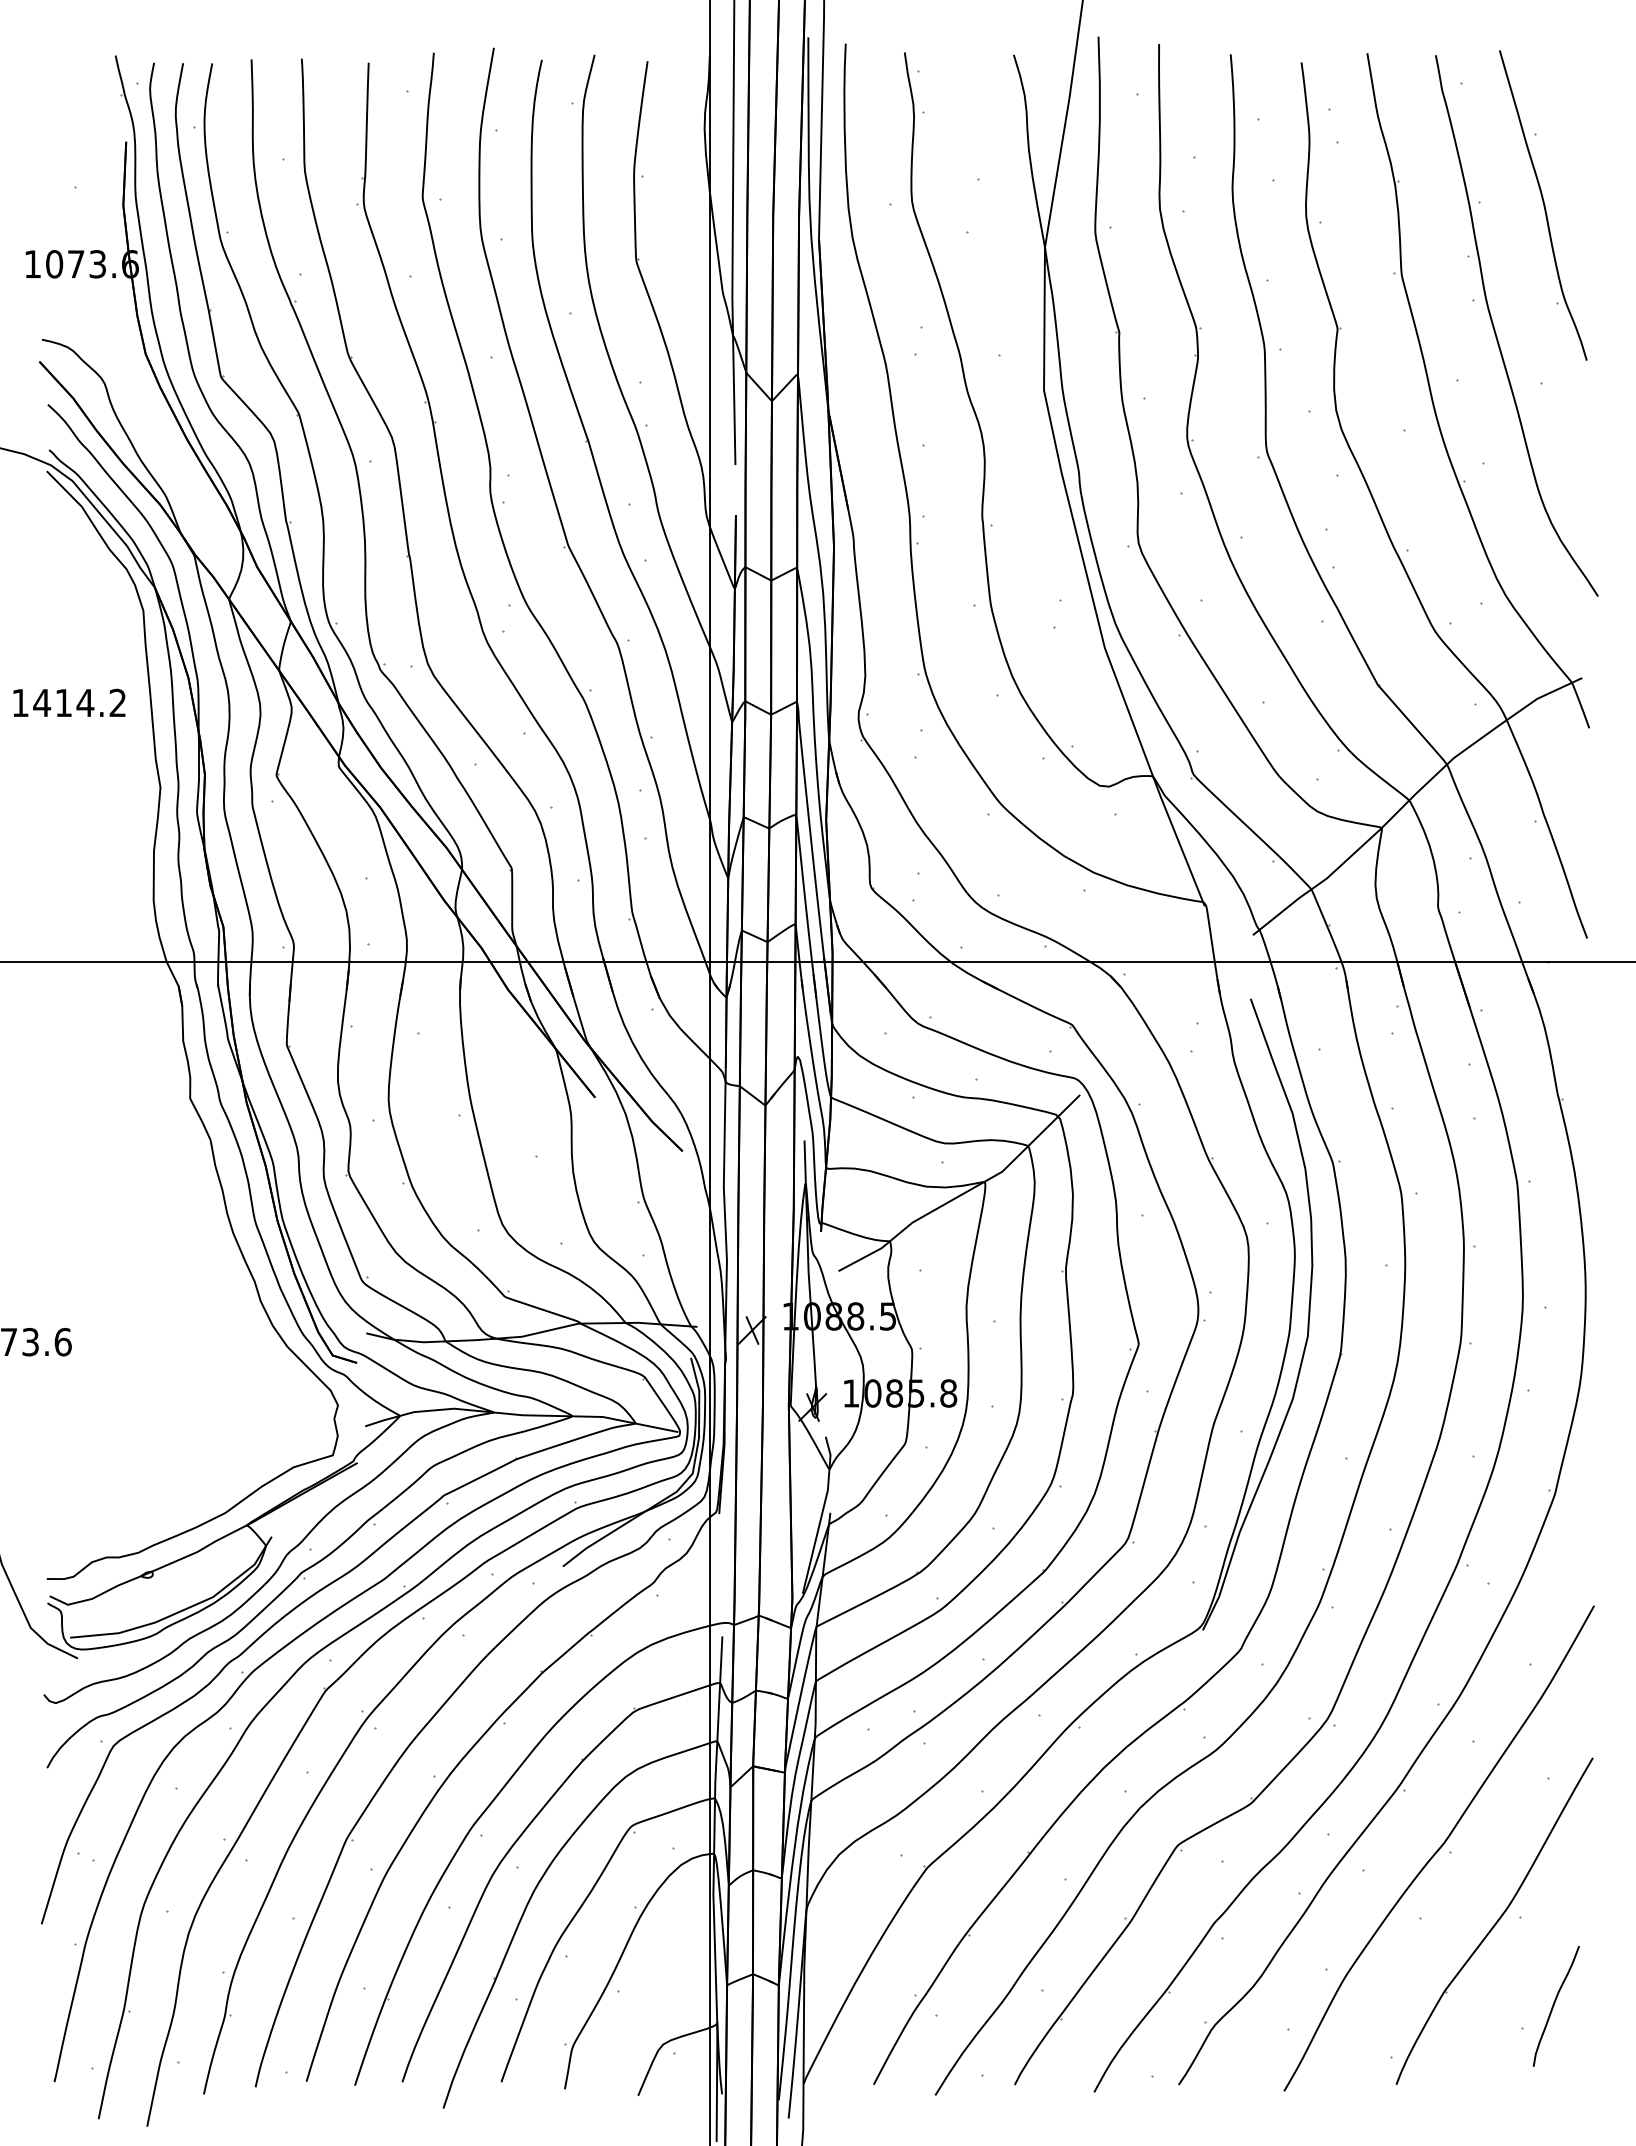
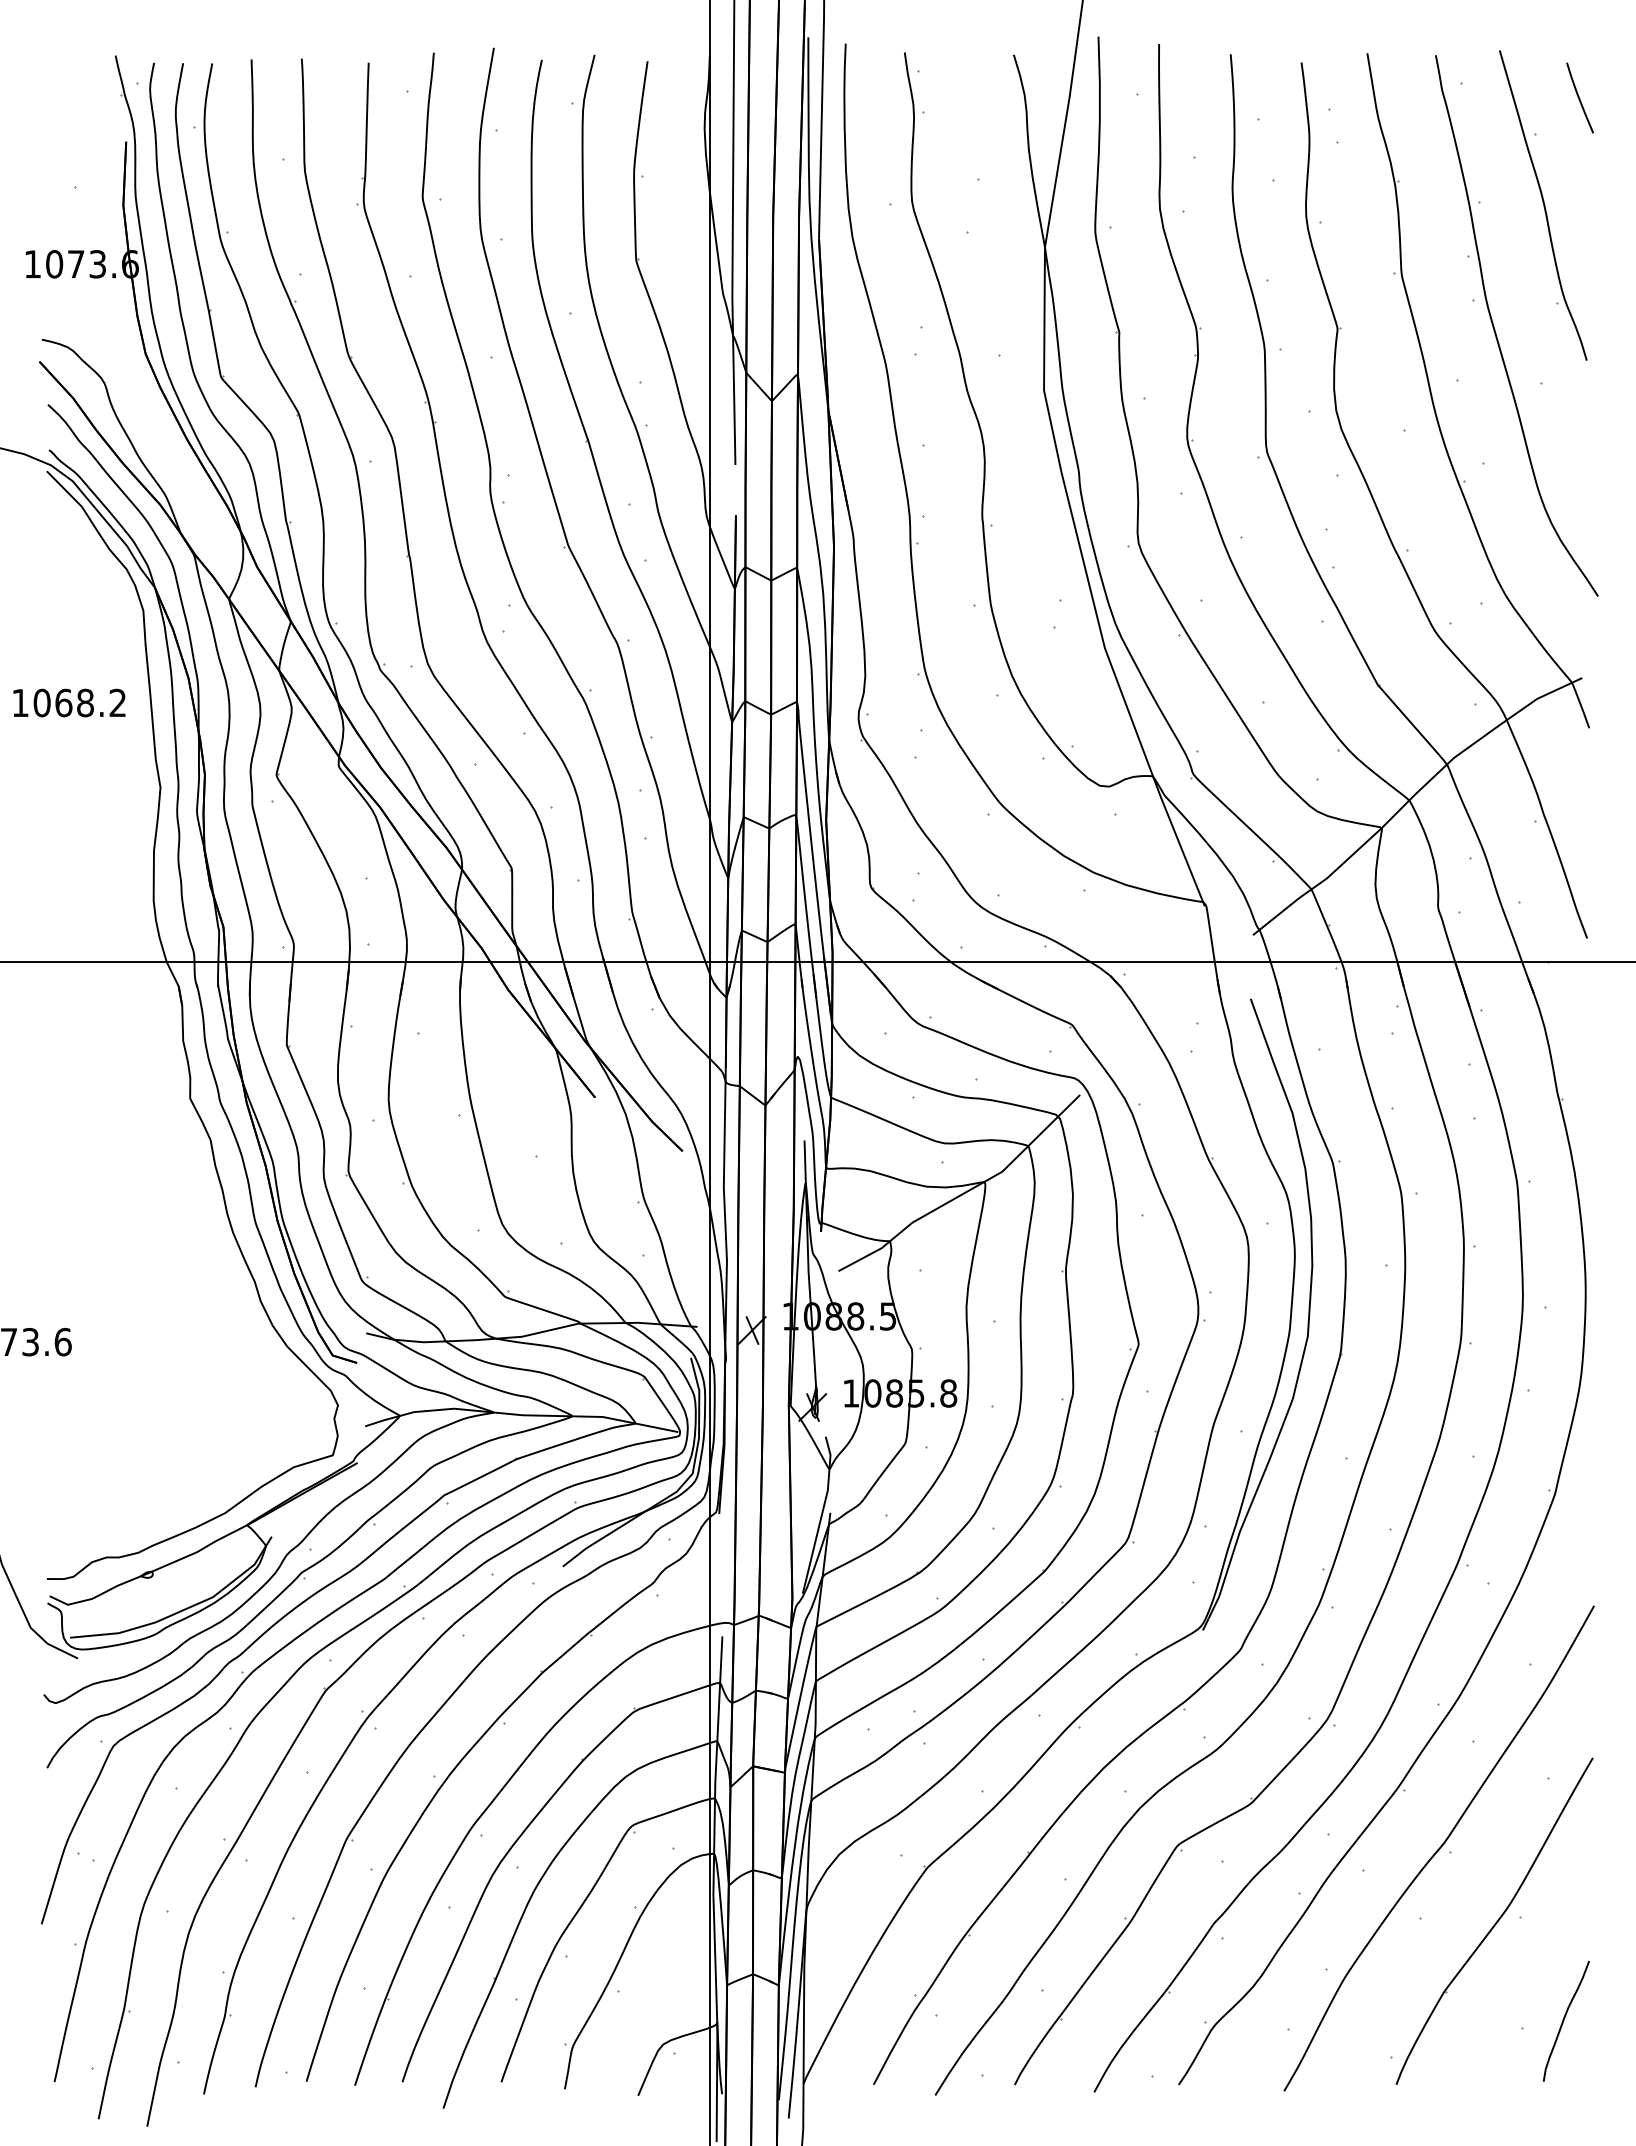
line at (1579, 97): none -> present
text at (63, 702): 1414.2 -> 1068.2
curve at (1554, 2005) position: (1554, 2005) -> (1564, 2020)
